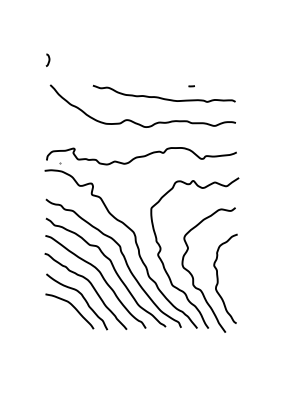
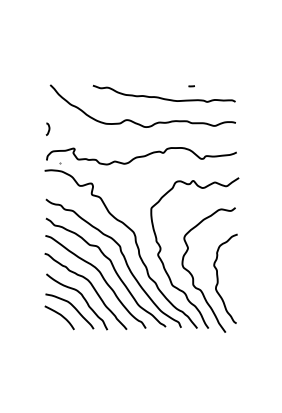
curve at (48, 59) position: (48, 59) -> (48, 128)
curve at (59, 315): none -> present
